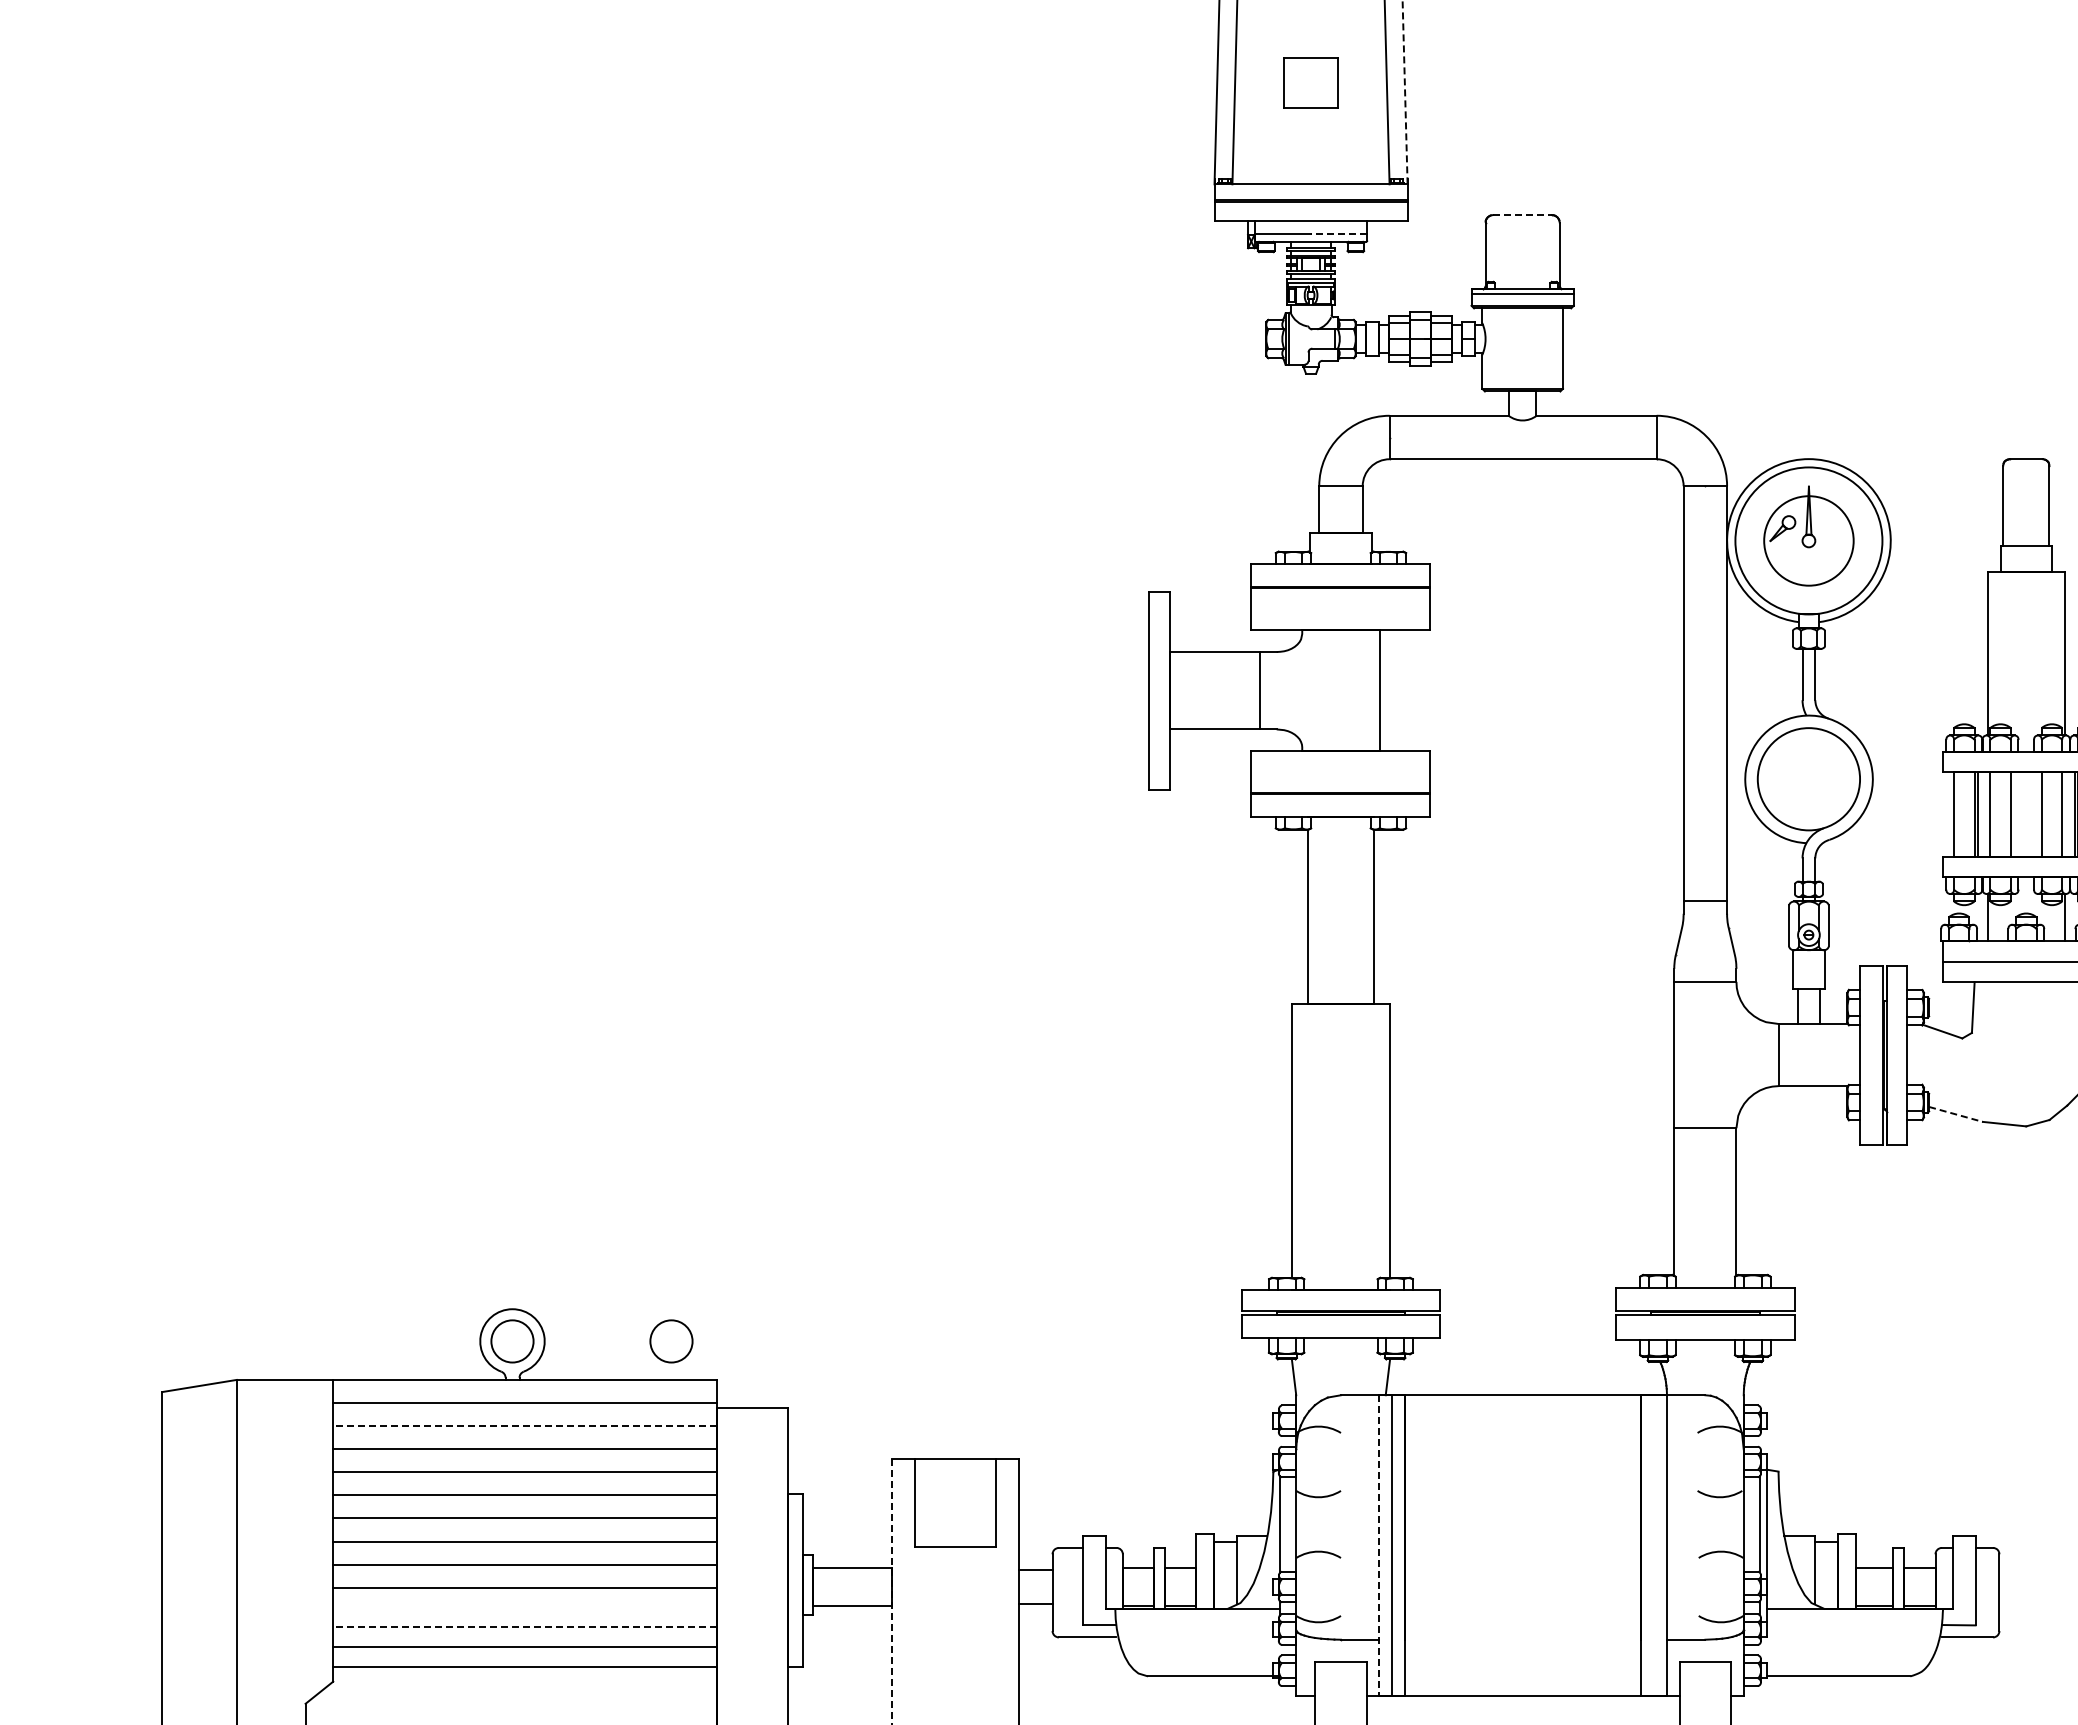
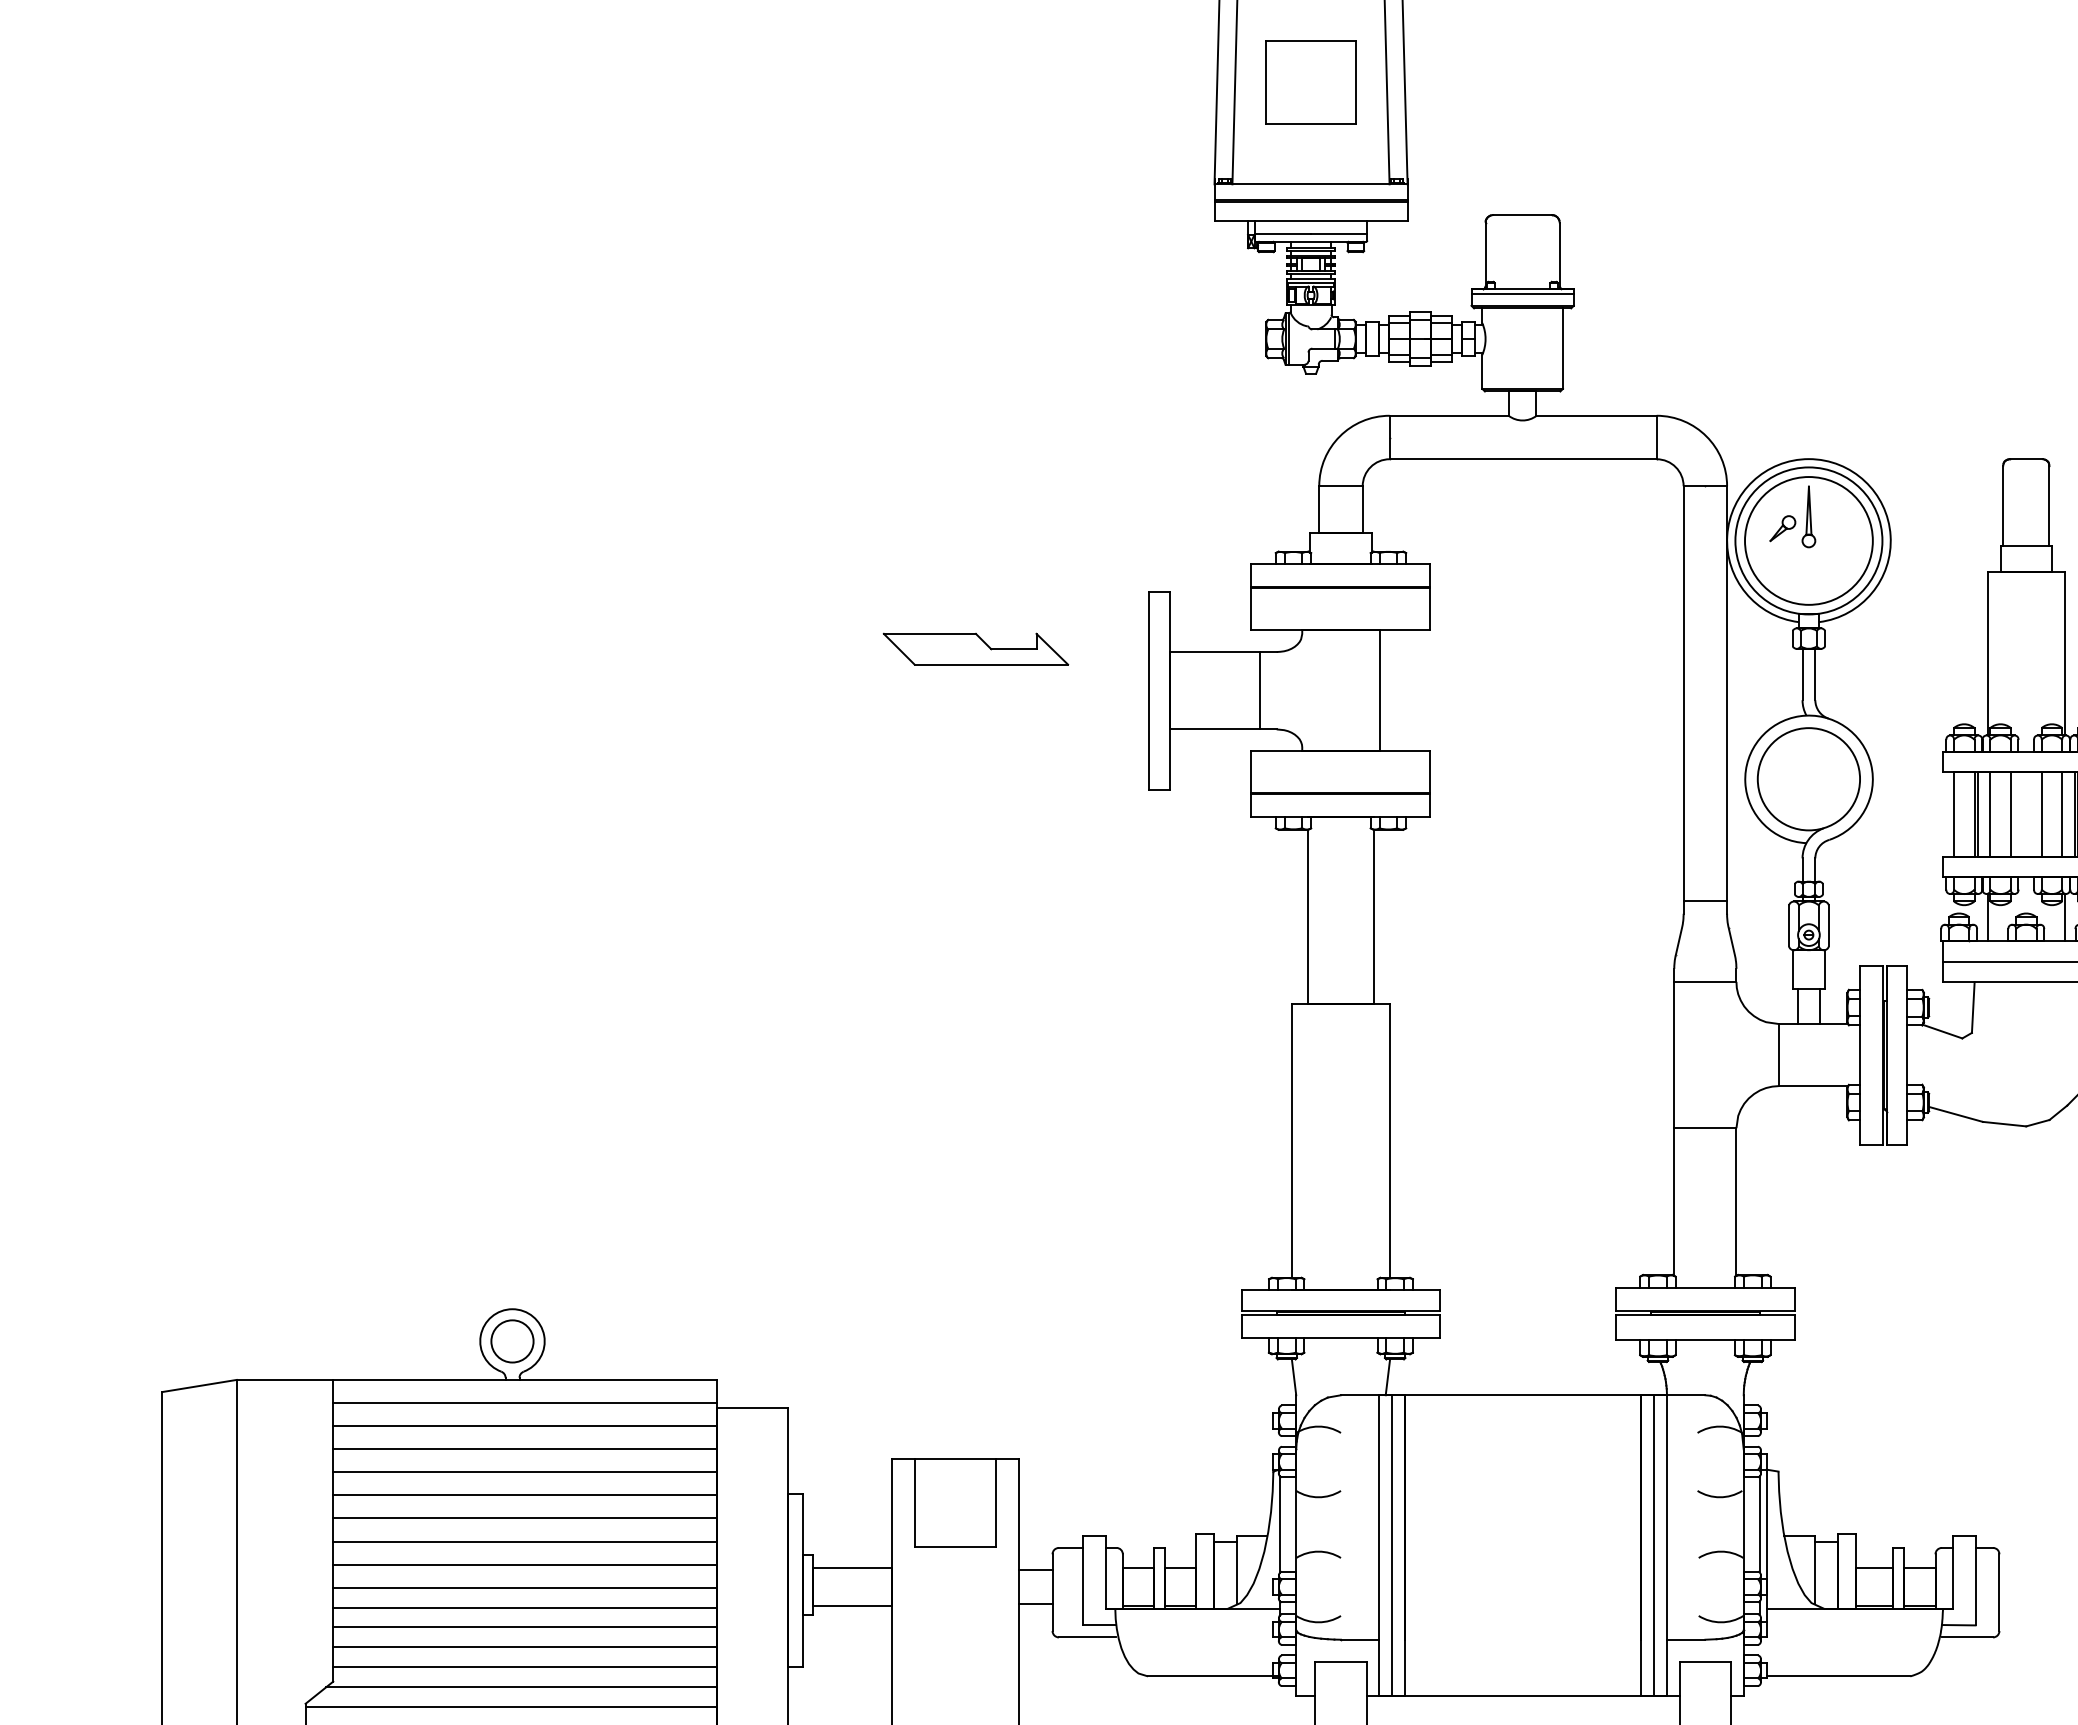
part at (1310, 82) size: 56x52 px -> 92x85 px
line at (1405, 91): dashed -> solid
line at (1523, 215): dashed -> solid
line at (1338, 234): dashed -> solid
circle at (1808, 540) diameter: 89 px -> 128 px
part at (975, 648): none -> present
line at (1956, 1114): dashed -> solid
circle at (671, 1341): present -> none
line at (525, 1426): dashed -> solid
line at (1379, 1545): dashed -> solid
line at (1654, 1545): none -> present
line at (891, 1592): dashed -> solid
line at (525, 1607): none -> present
line at (525, 1627): dashed -> solid
line at (521, 1687): none -> present
line at (511, 1706): none -> present
